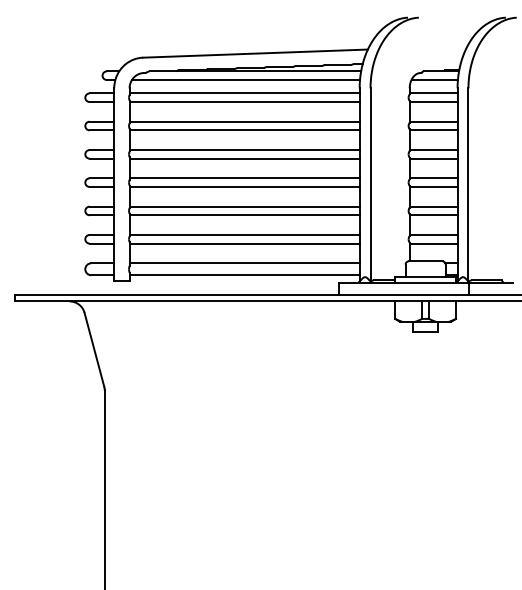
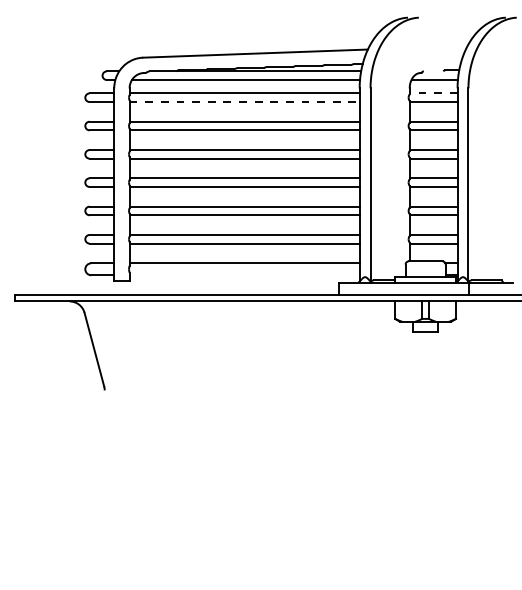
line at (441, 71): present -> none
line at (433, 93): solid -> dashed
line at (245, 102): solid -> dashed
line at (244, 275): present -> none
line at (104, 488): present -> none
